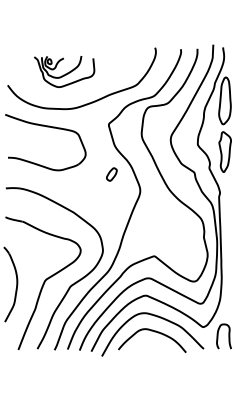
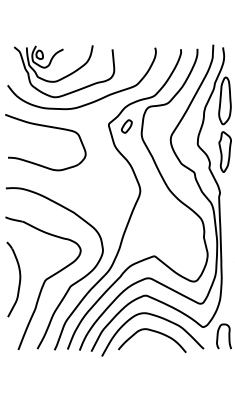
part at (64, 71) size: 62x32 px -> 103x54 px
part at (111, 174) position: (111, 174) -> (126, 126)
part at (10, 284) position: (10, 284) -> (13, 279)
